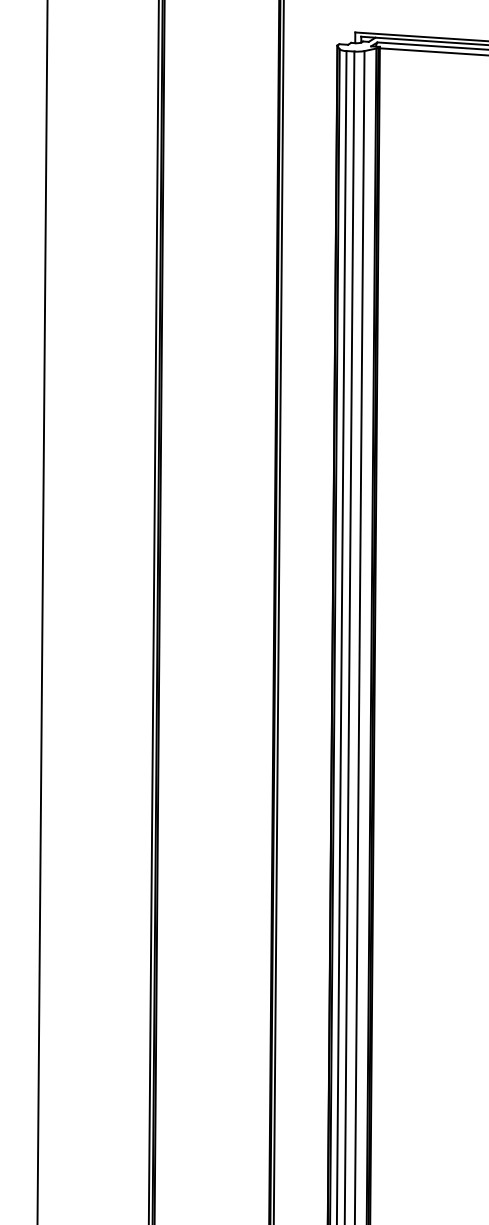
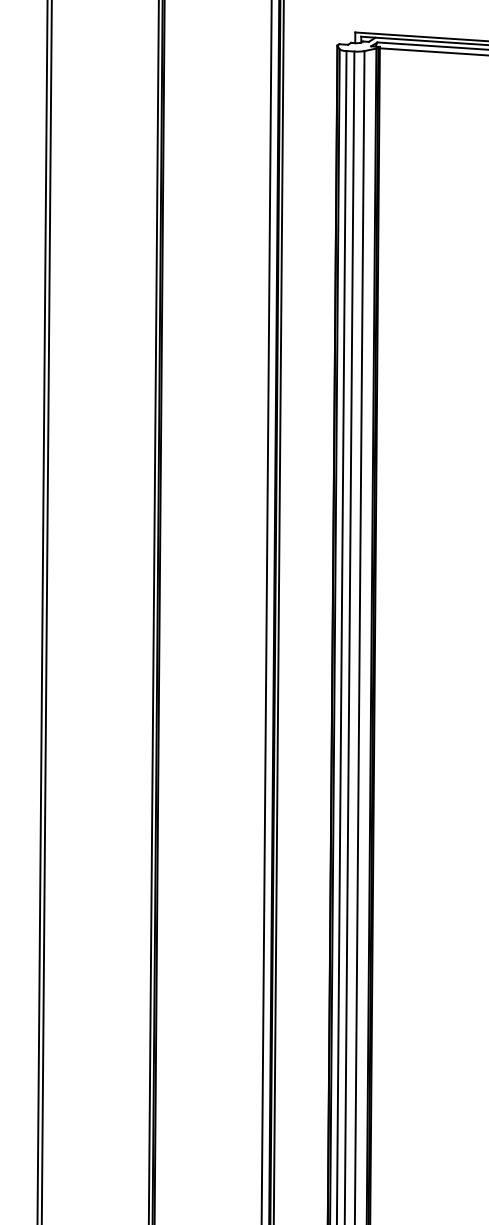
line at (46, 611): none -> present
line at (266, 611): none -> present
